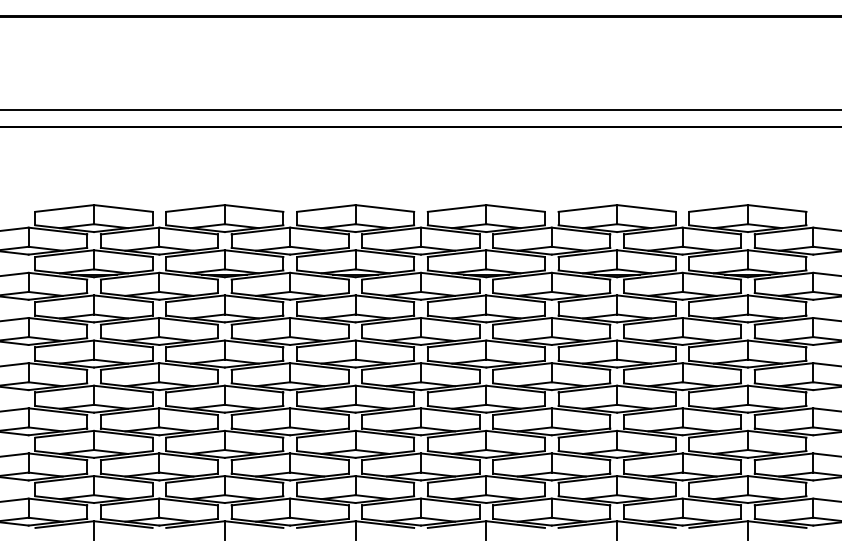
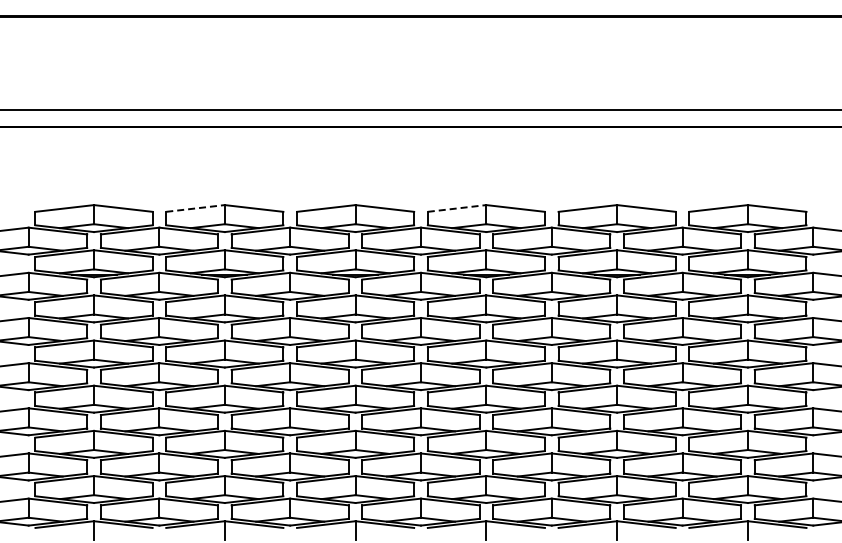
line at (196, 208): solid -> dashed
line at (457, 208): solid -> dashed
